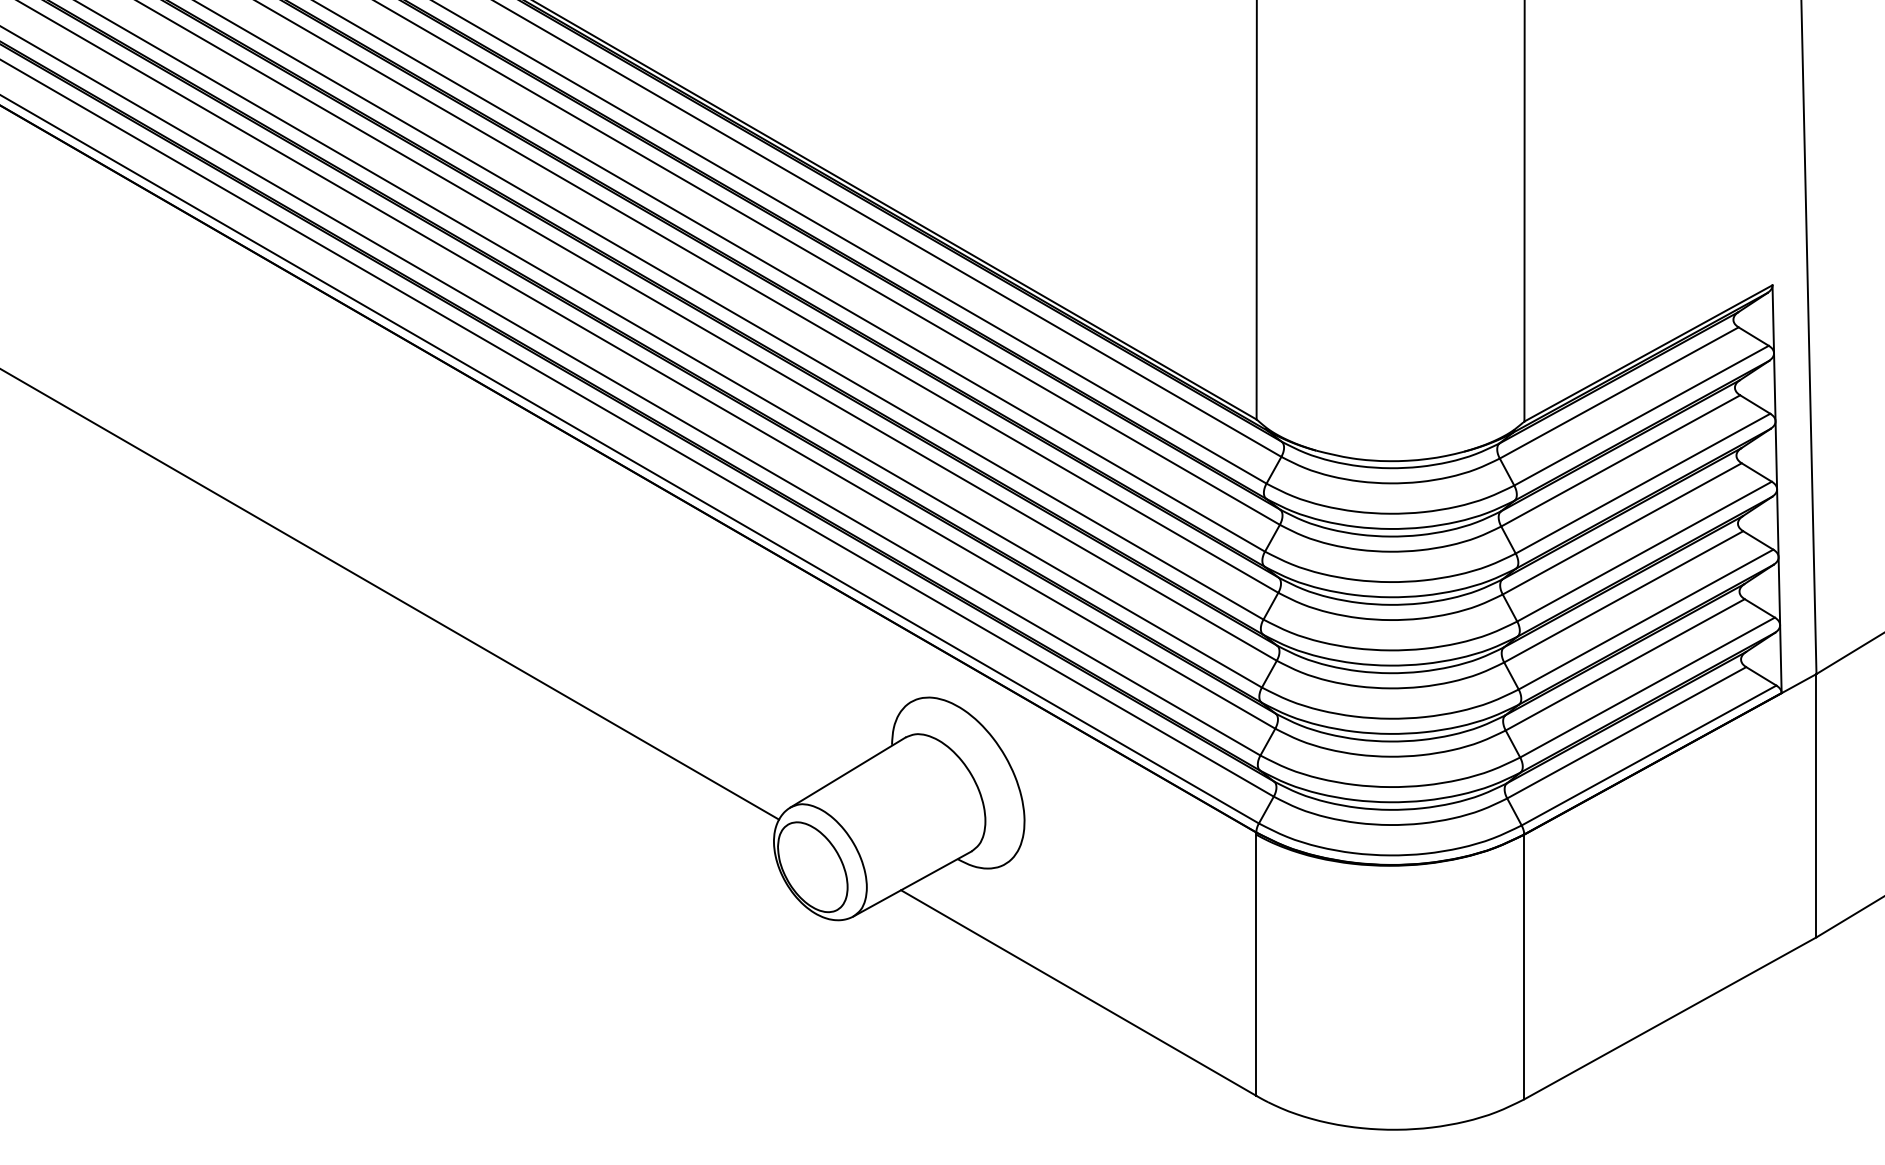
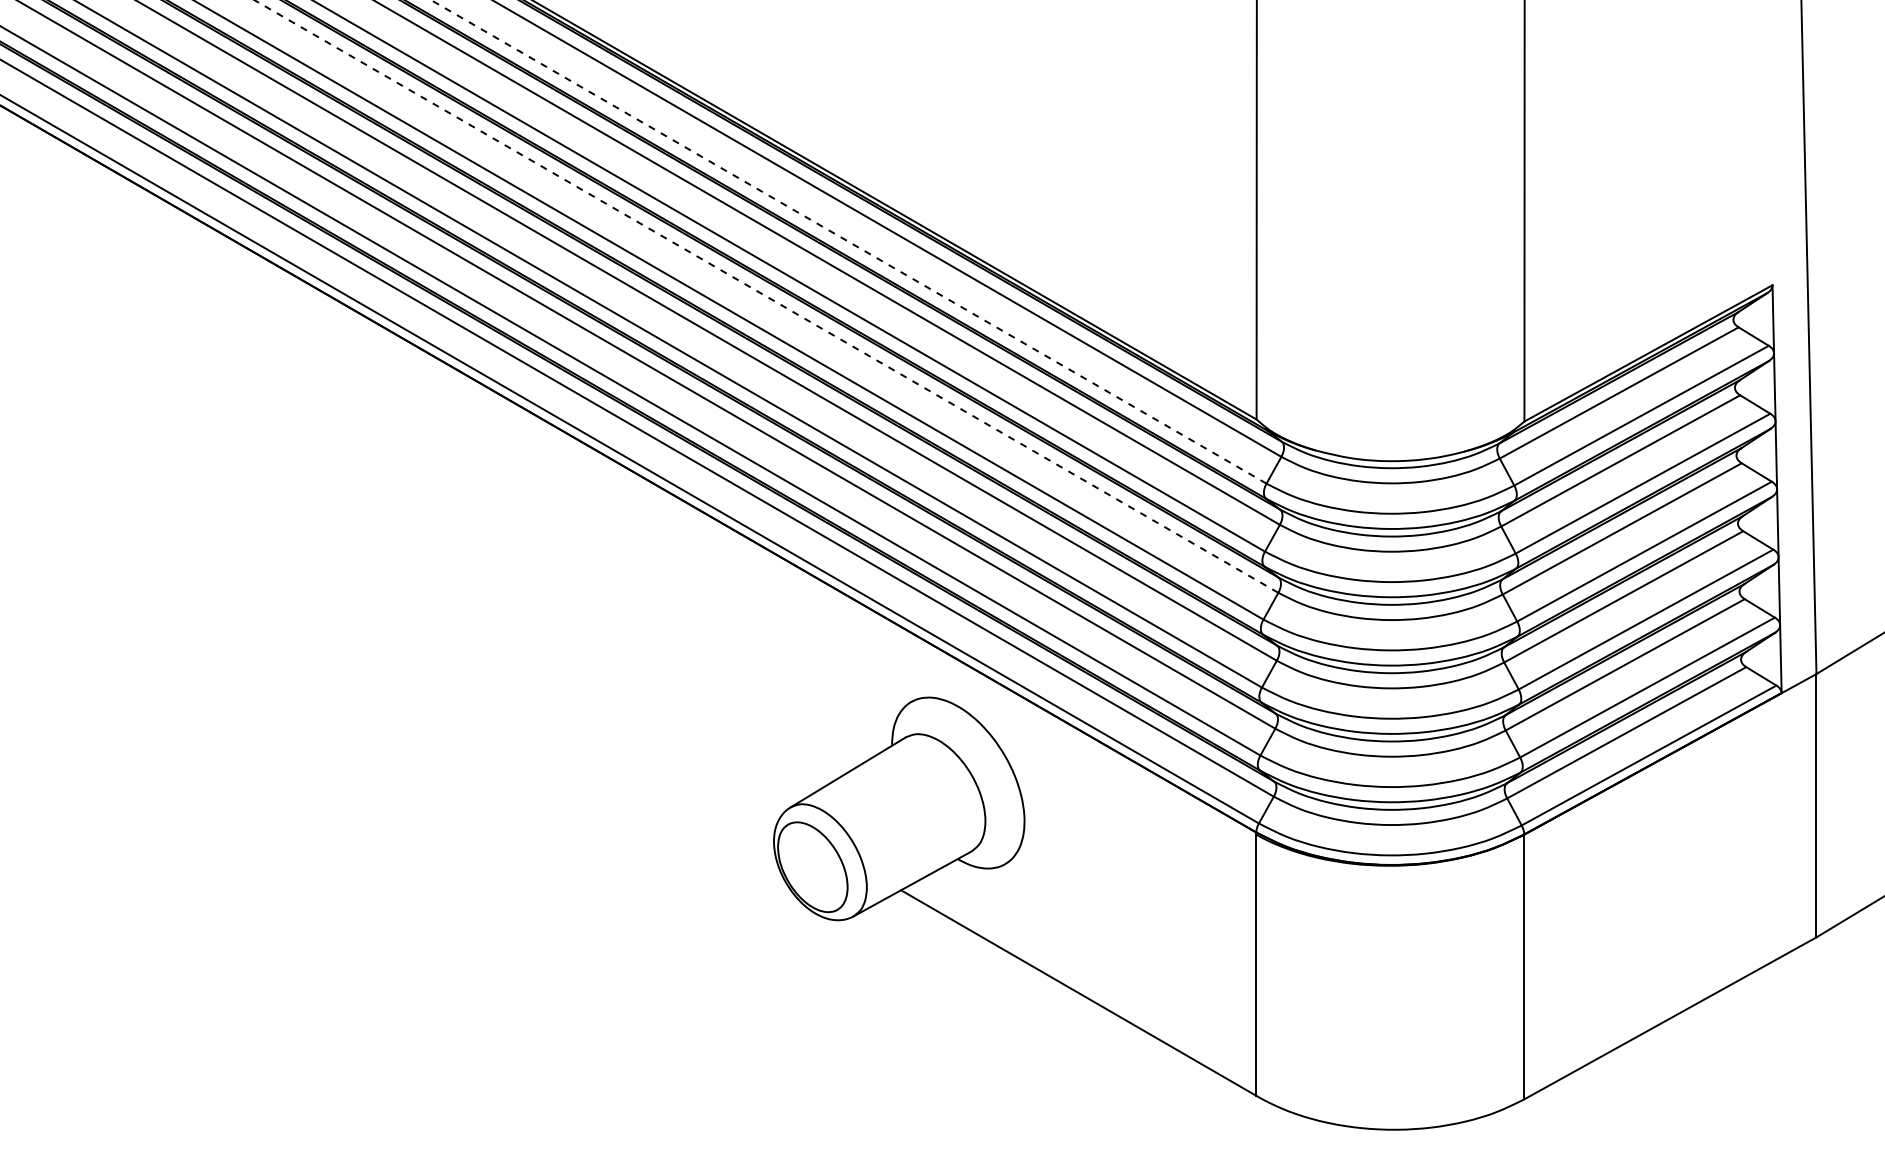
line at (848, 241): solid -> dashed
line at (766, 296): solid -> dashed
line at (390, 594): present -> none
